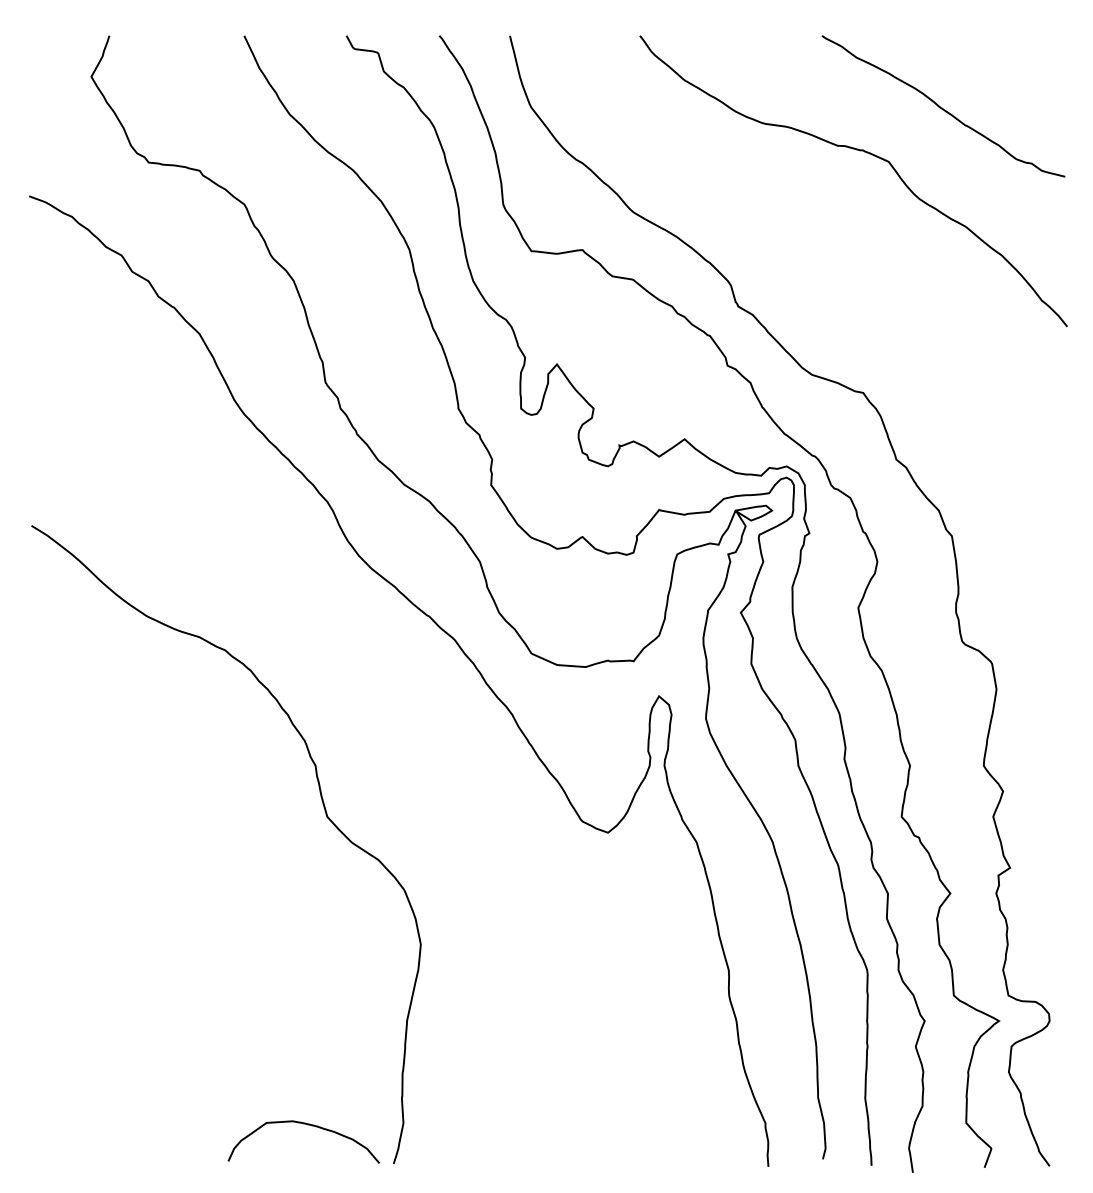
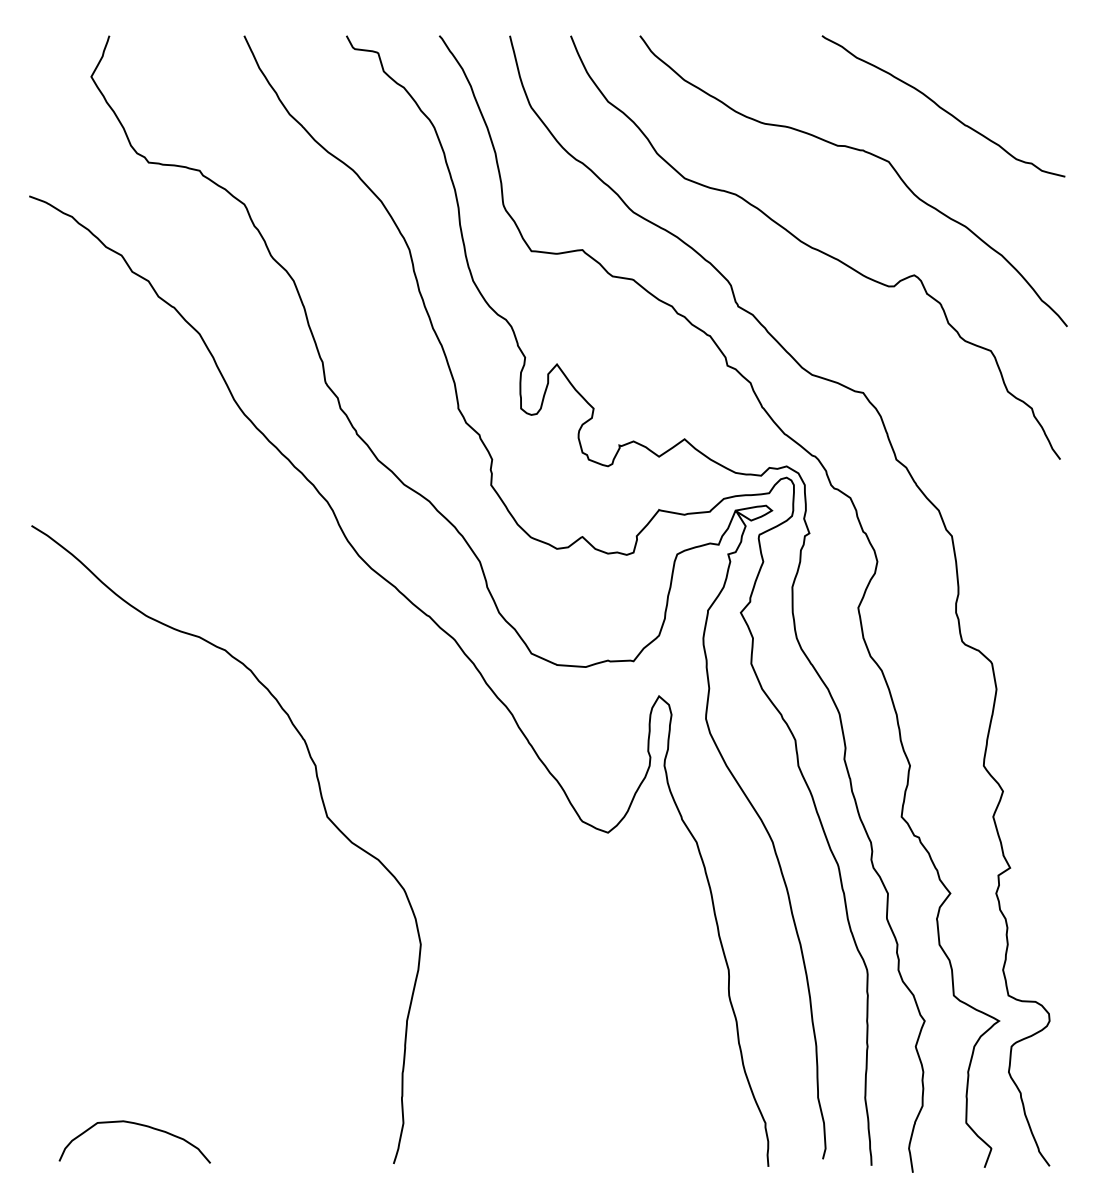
curve at (814, 247): none -> present
curve at (307, 1125) position: (307, 1125) -> (138, 1125)
